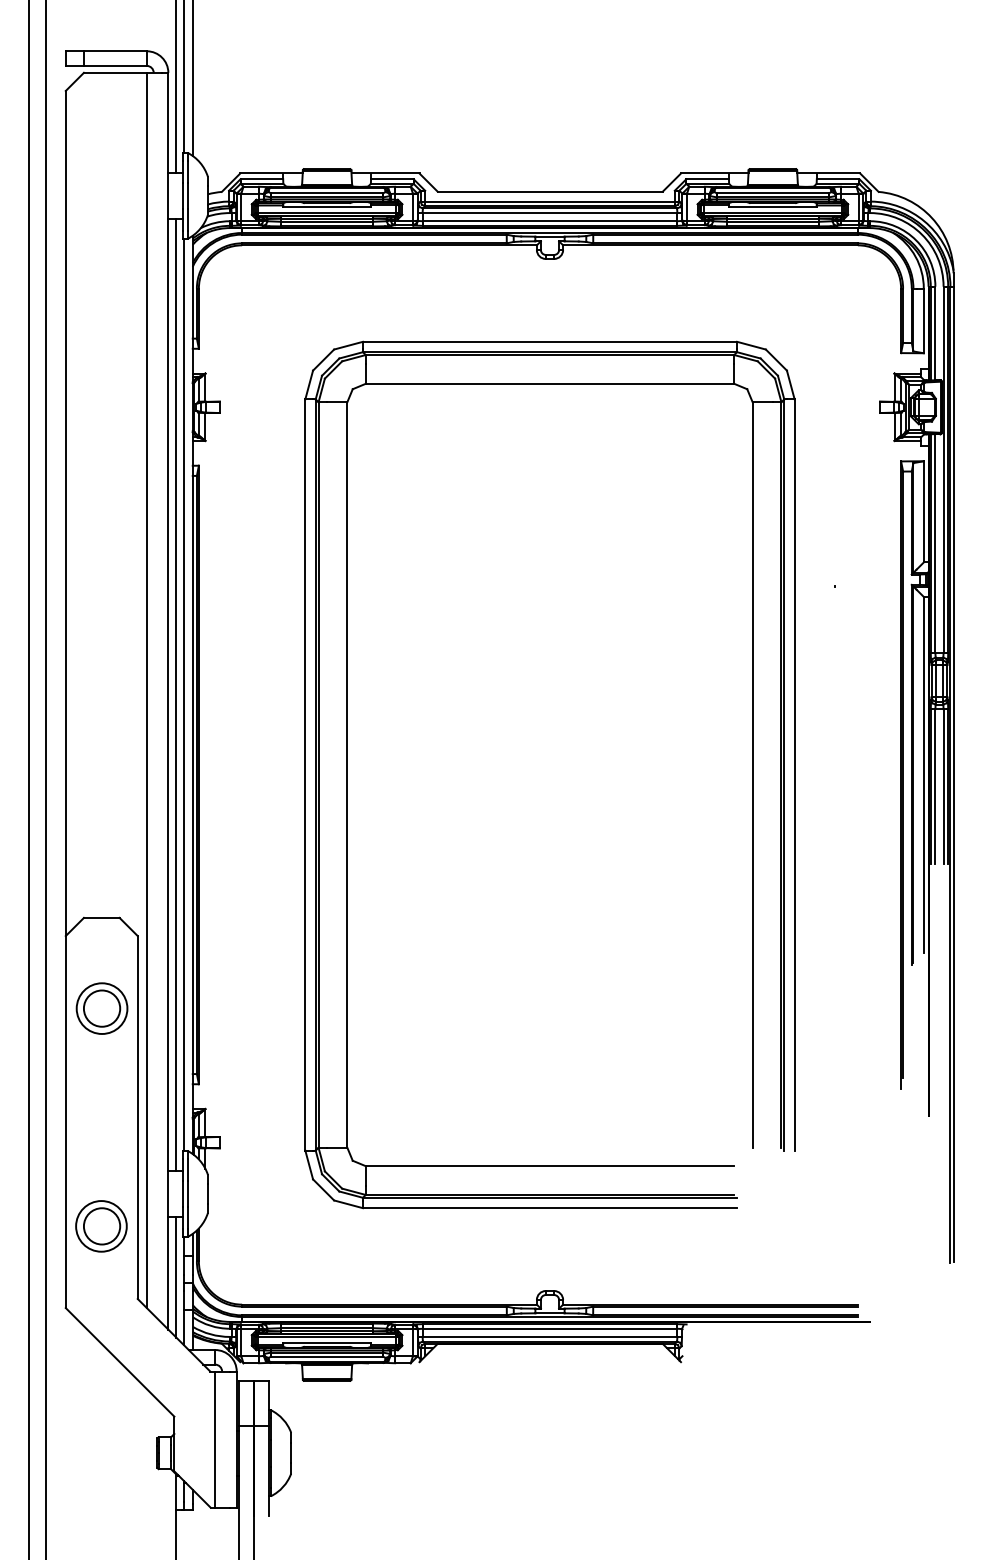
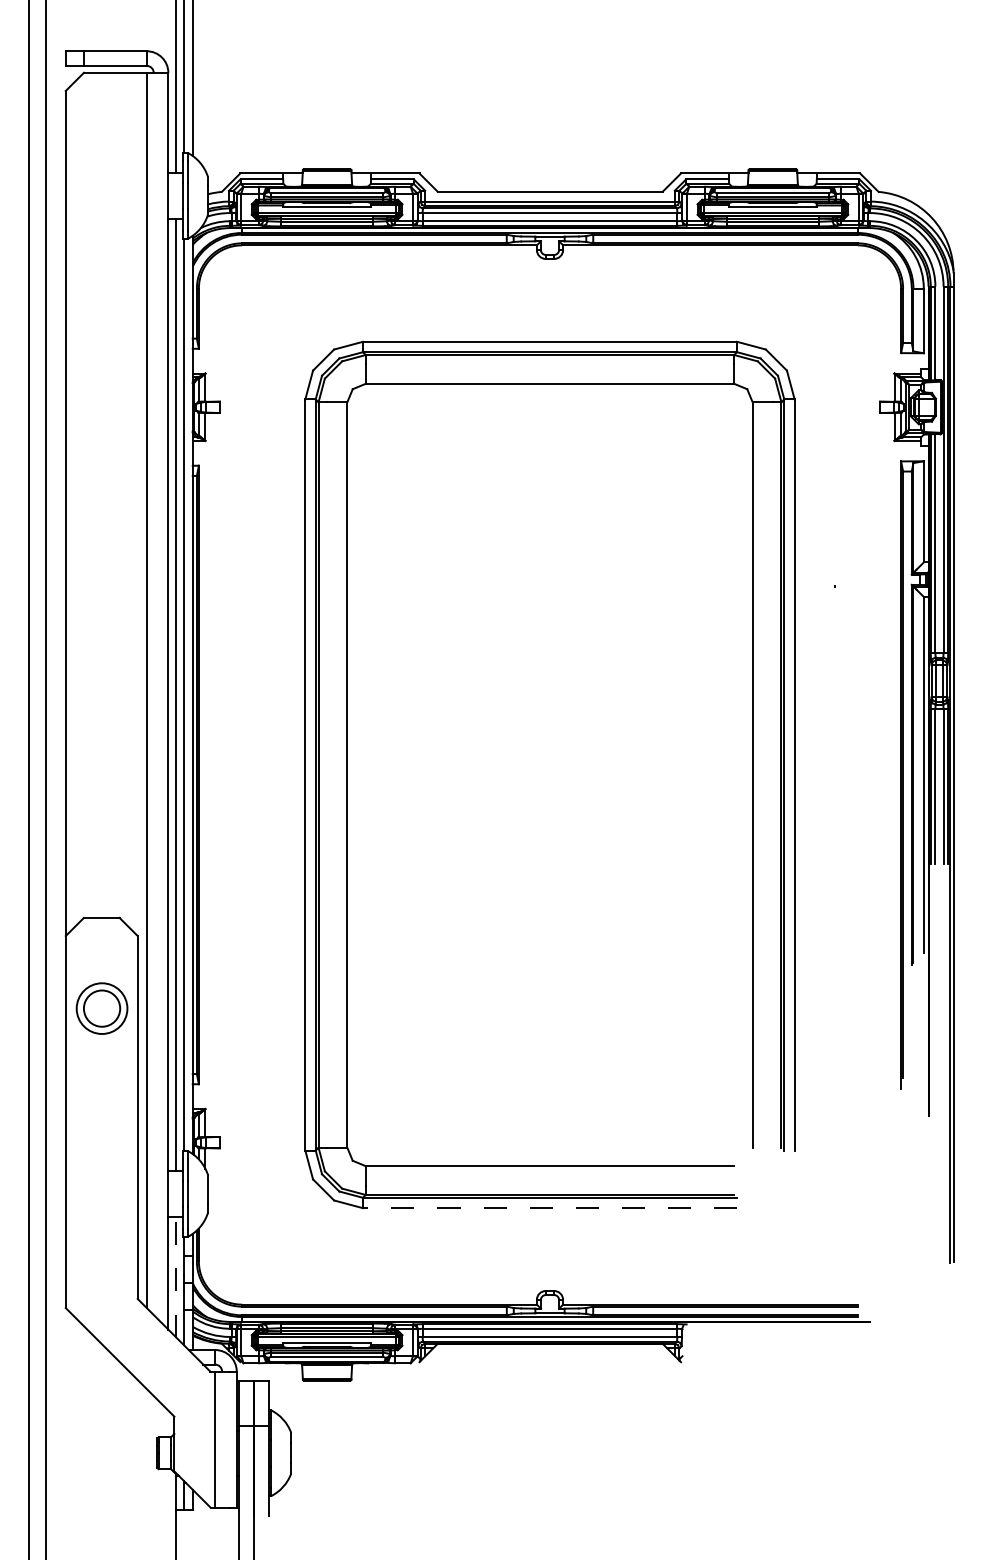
line at (549, 1208): solid -> dashed
part at (101, 1226): present -> none
line at (176, 1276): solid -> dashed
